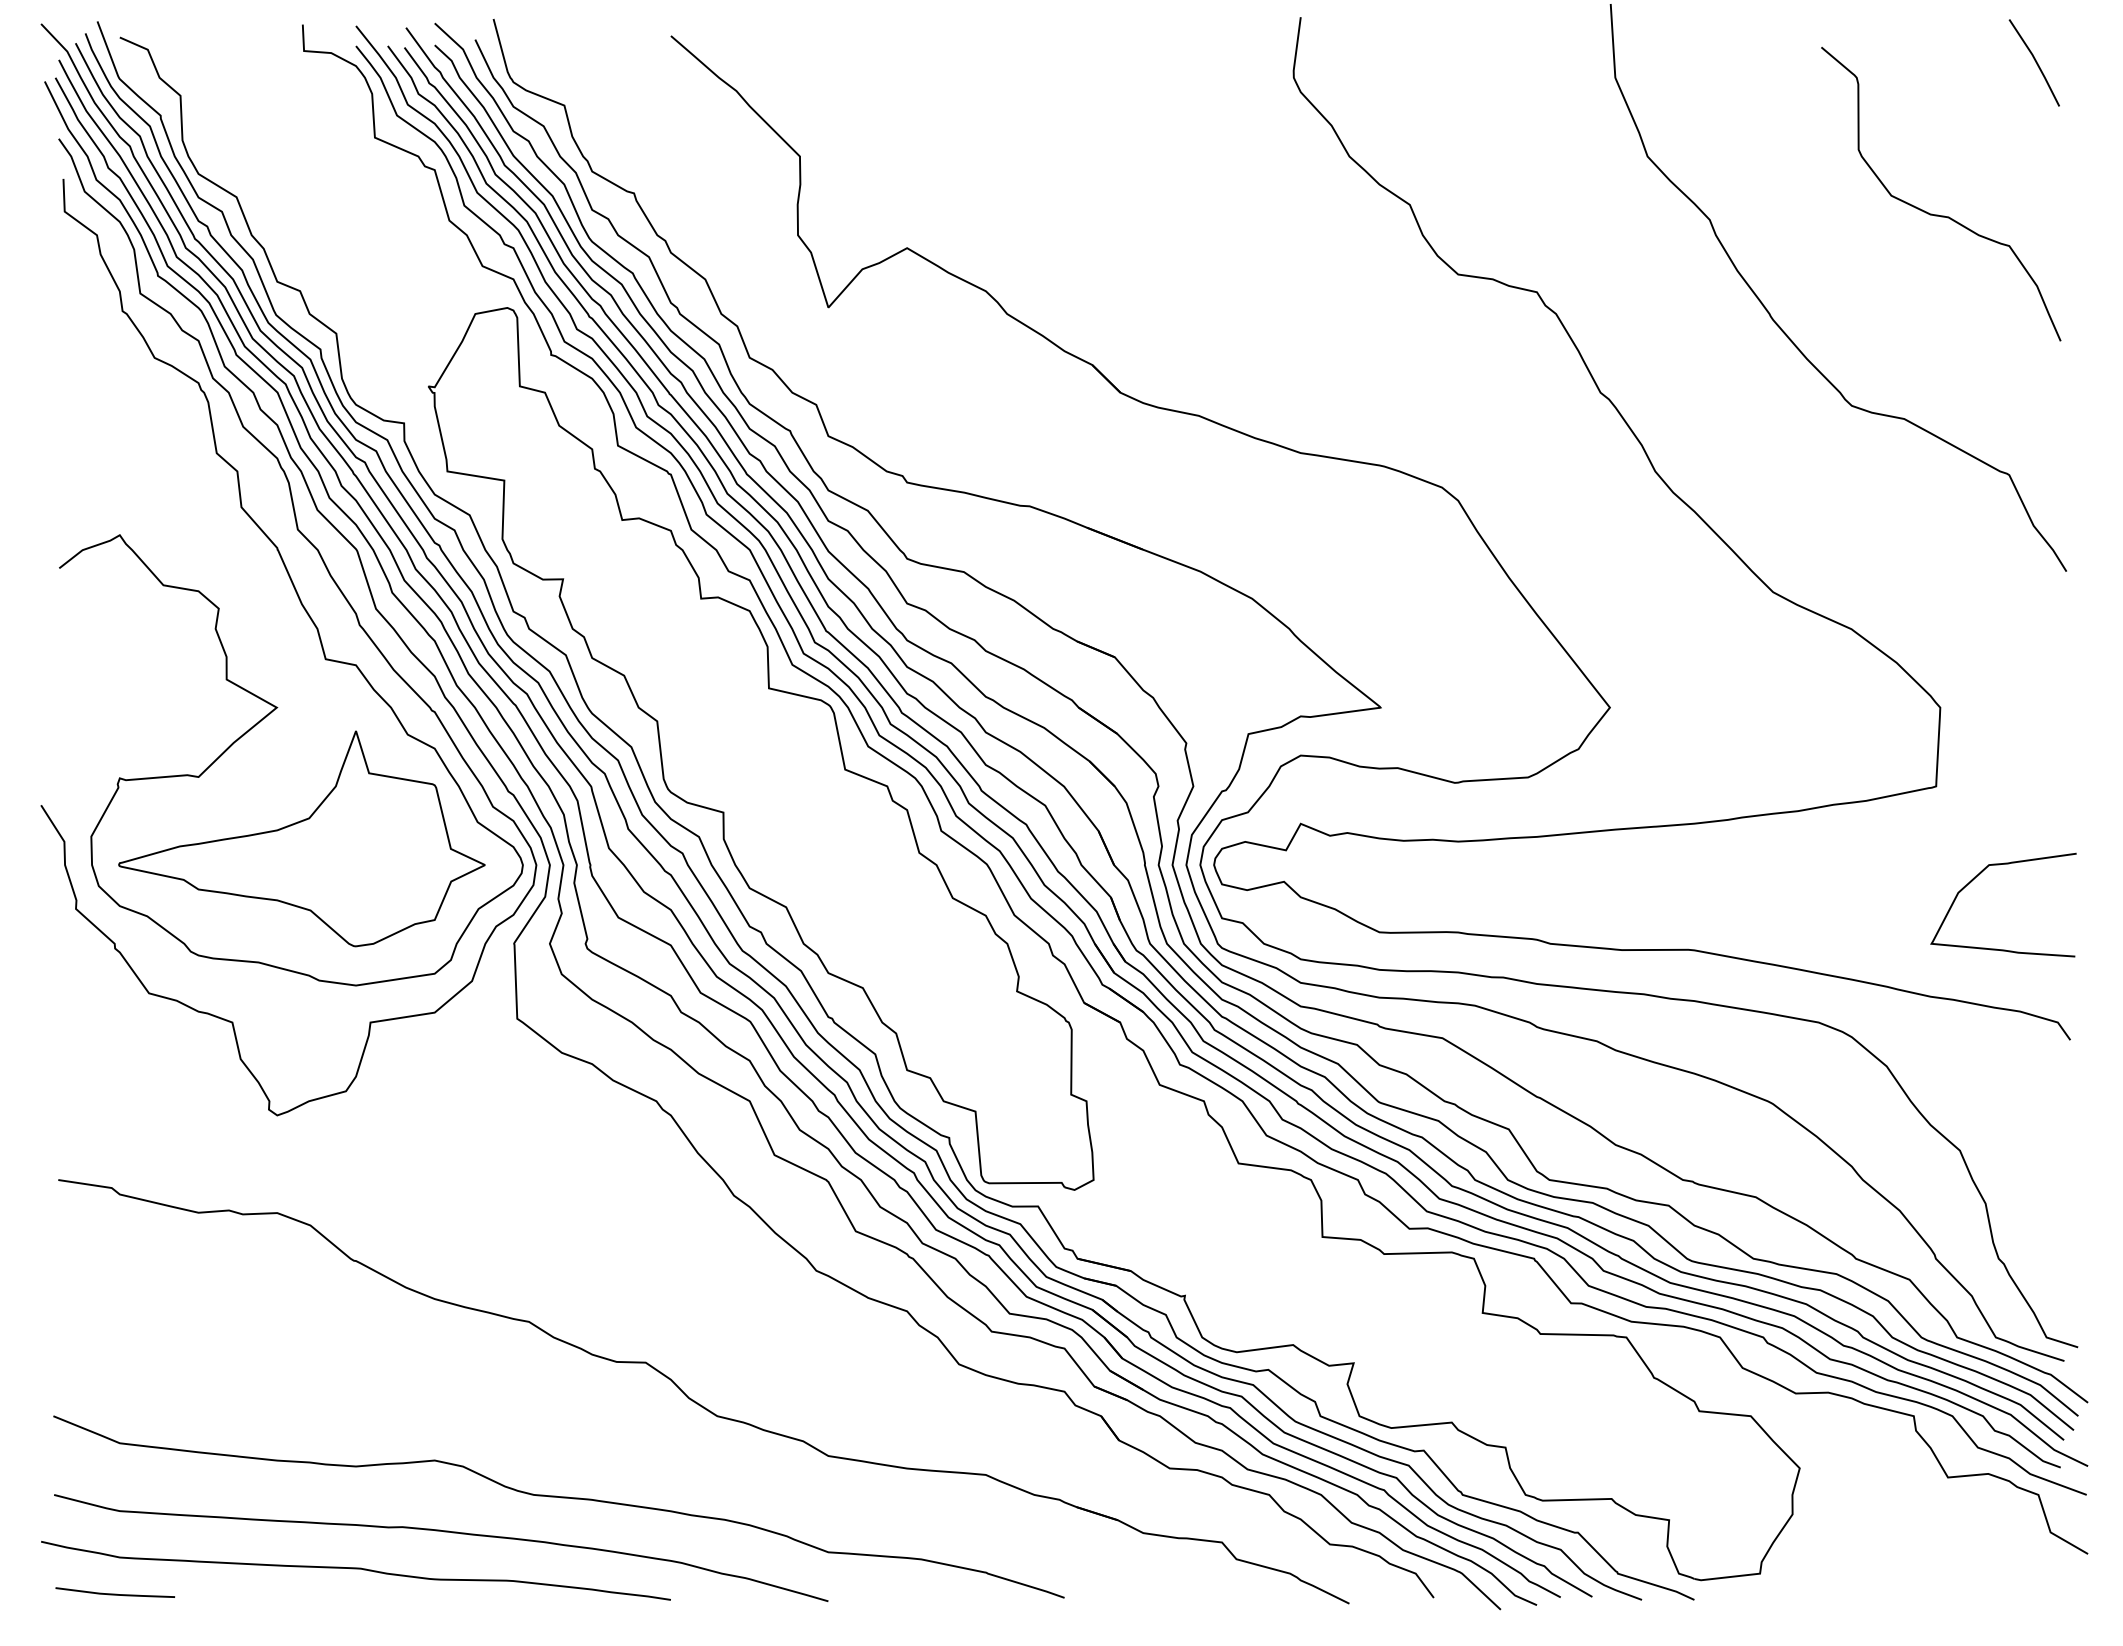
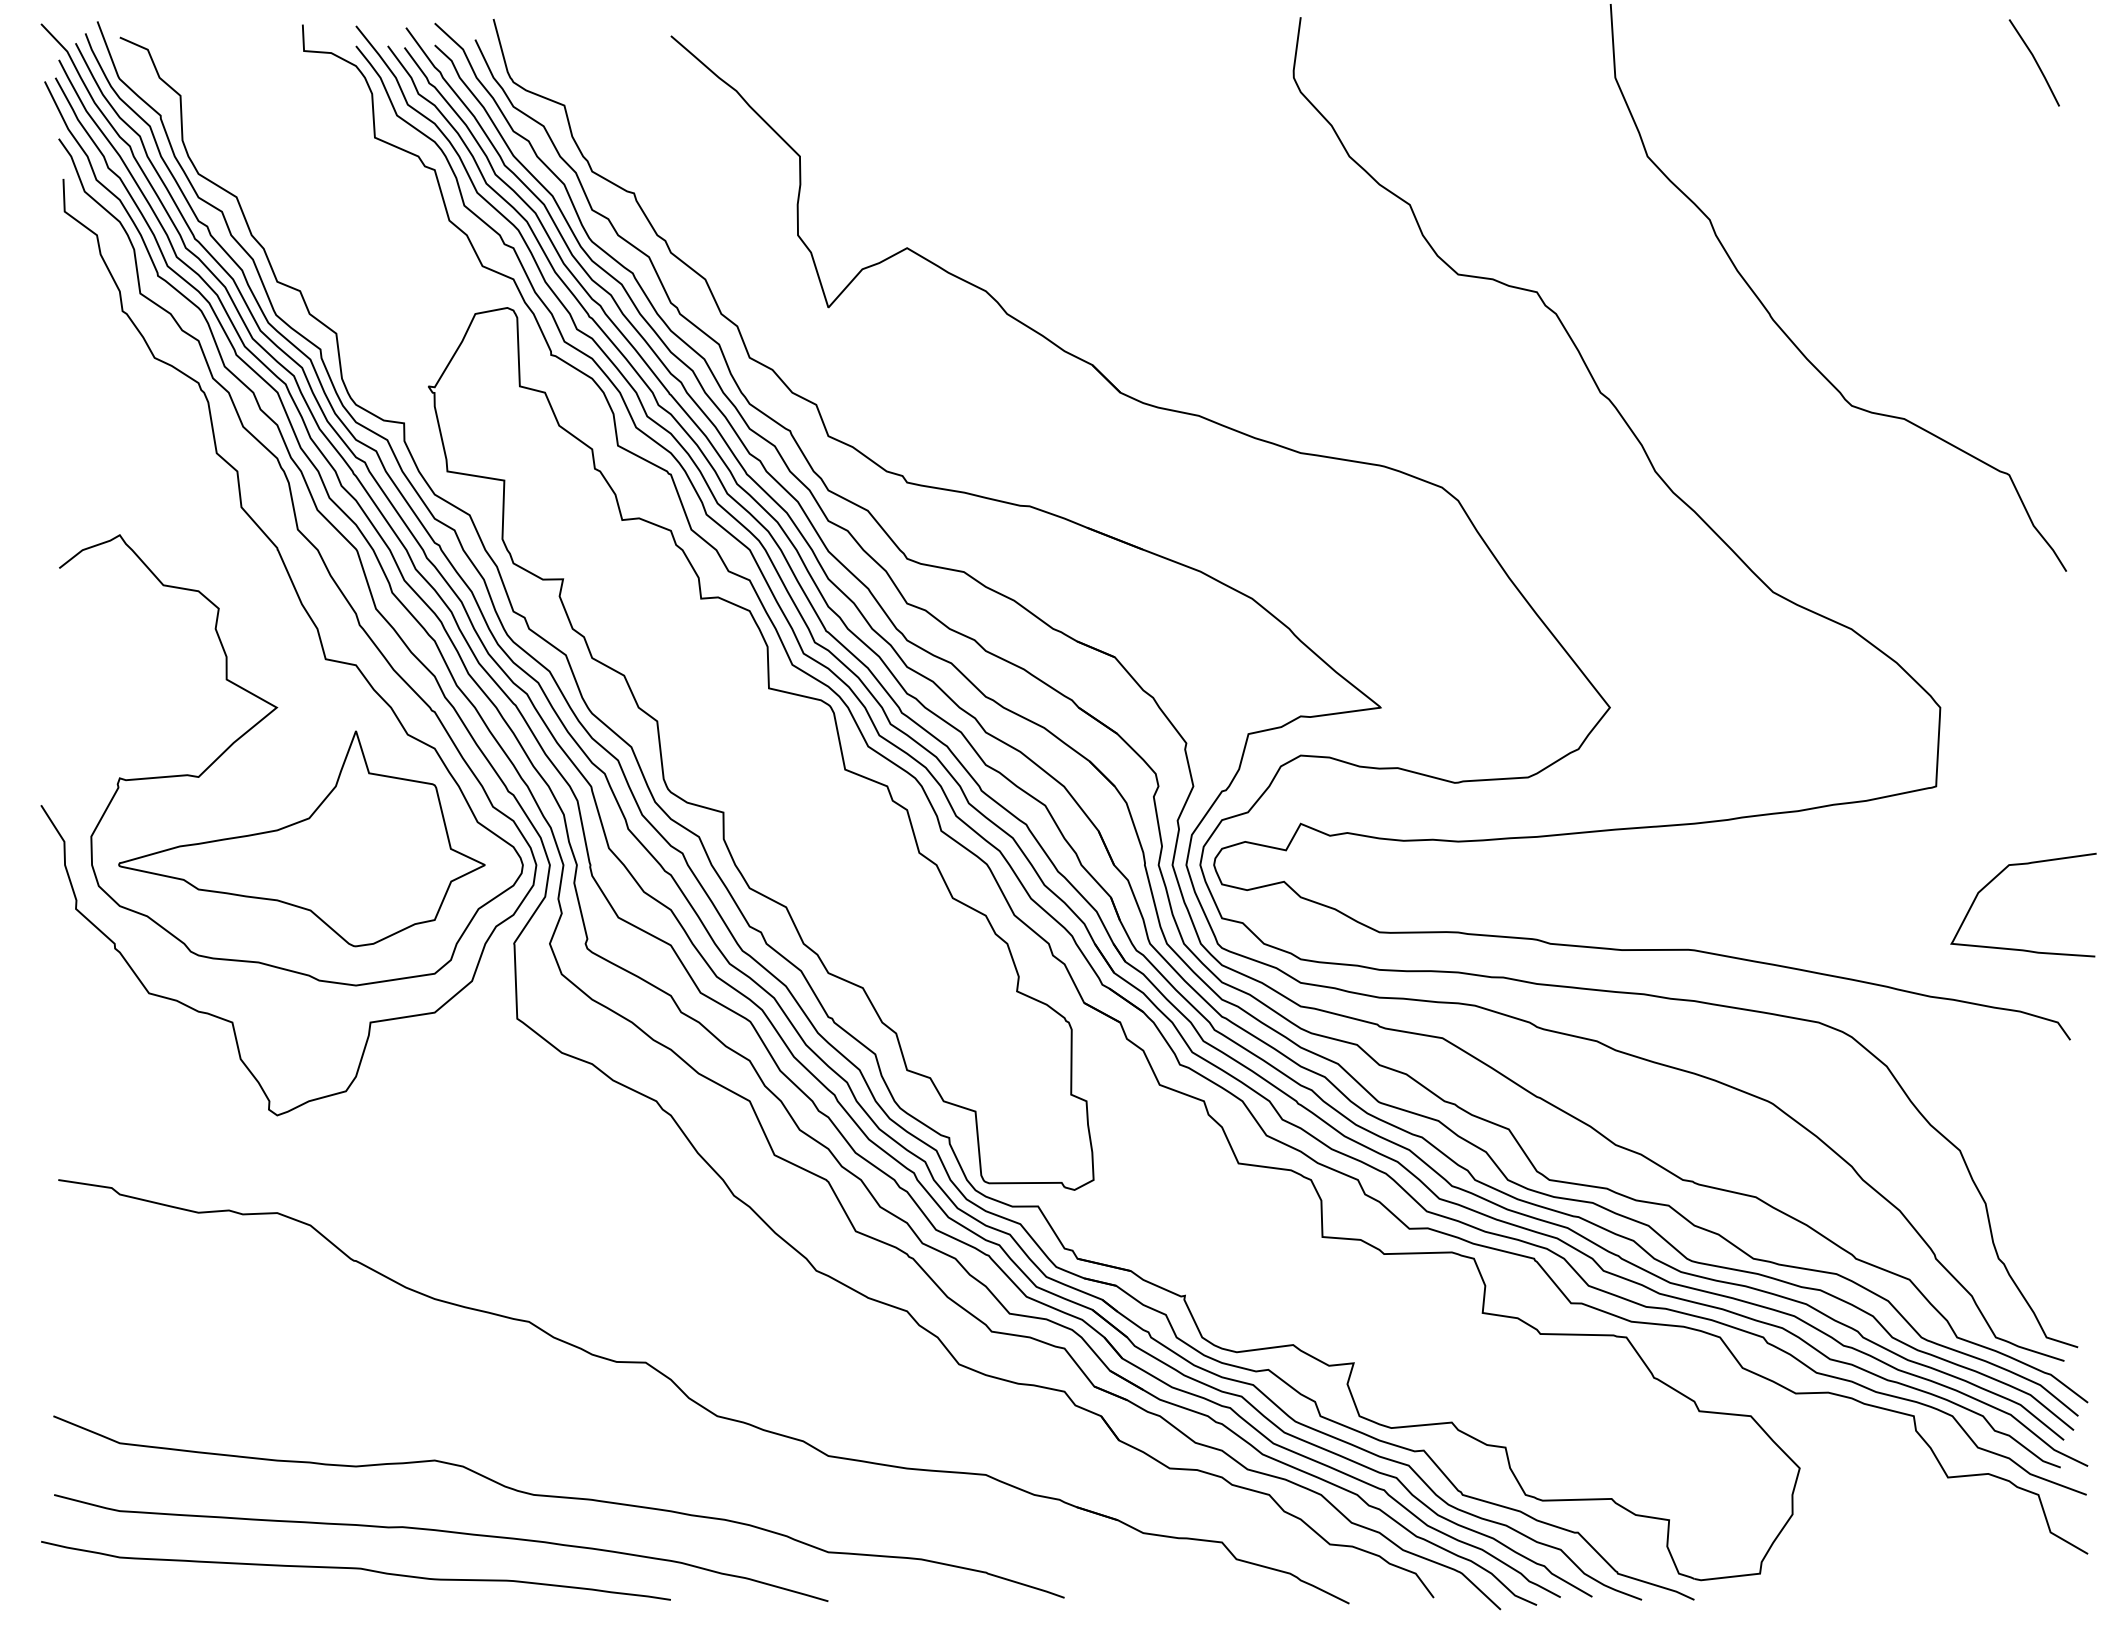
curve at (1938, 214): present -> none
curve at (1979, 875) position: (1979, 875) -> (1999, 875)
line at (115, 1593): present -> none
